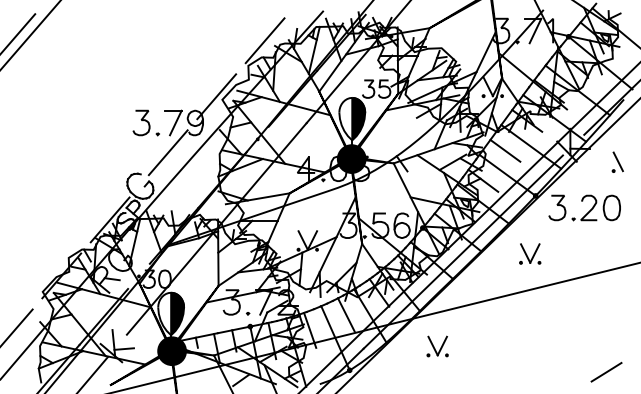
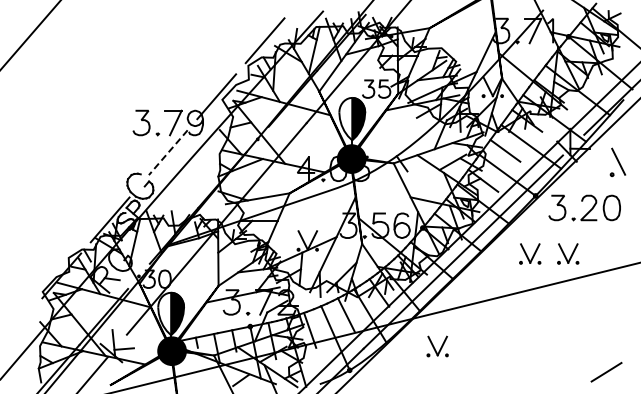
line at (18, 33): present -> none
line at (168, 152): solid -> dashed
part at (617, 161) size: 13x22 px -> 18x31 px
part at (568, 253): none -> present
line at (17, 326): present -> none
